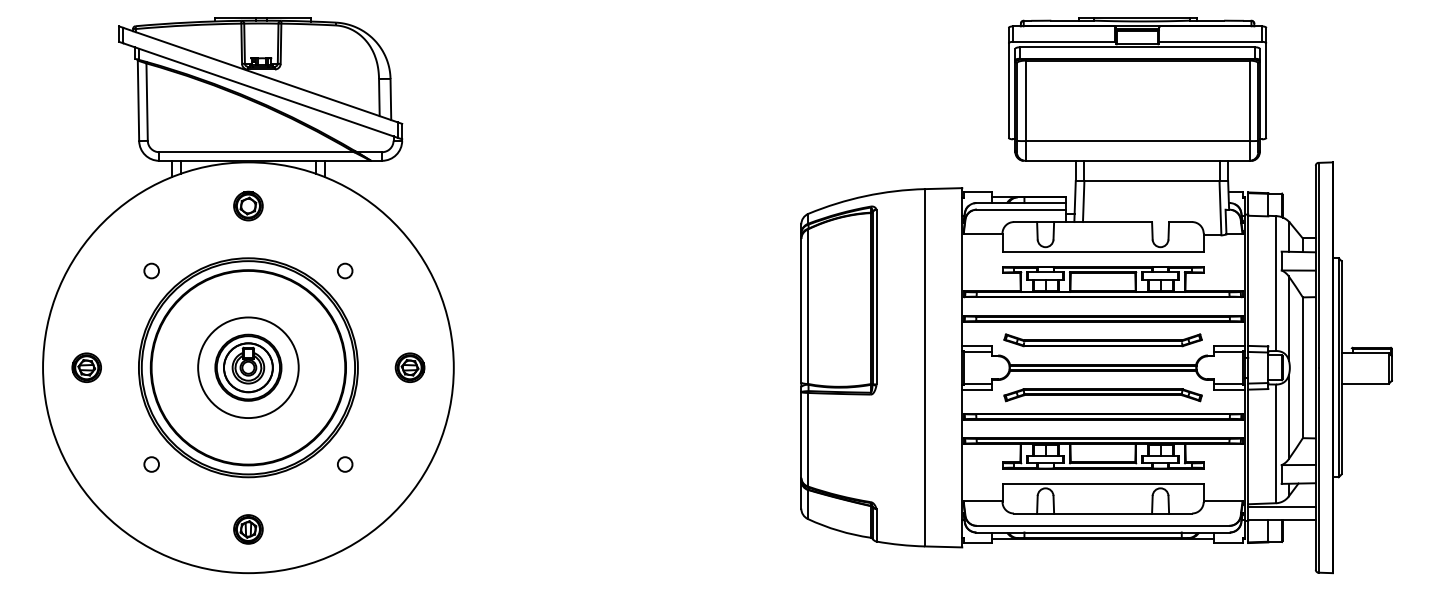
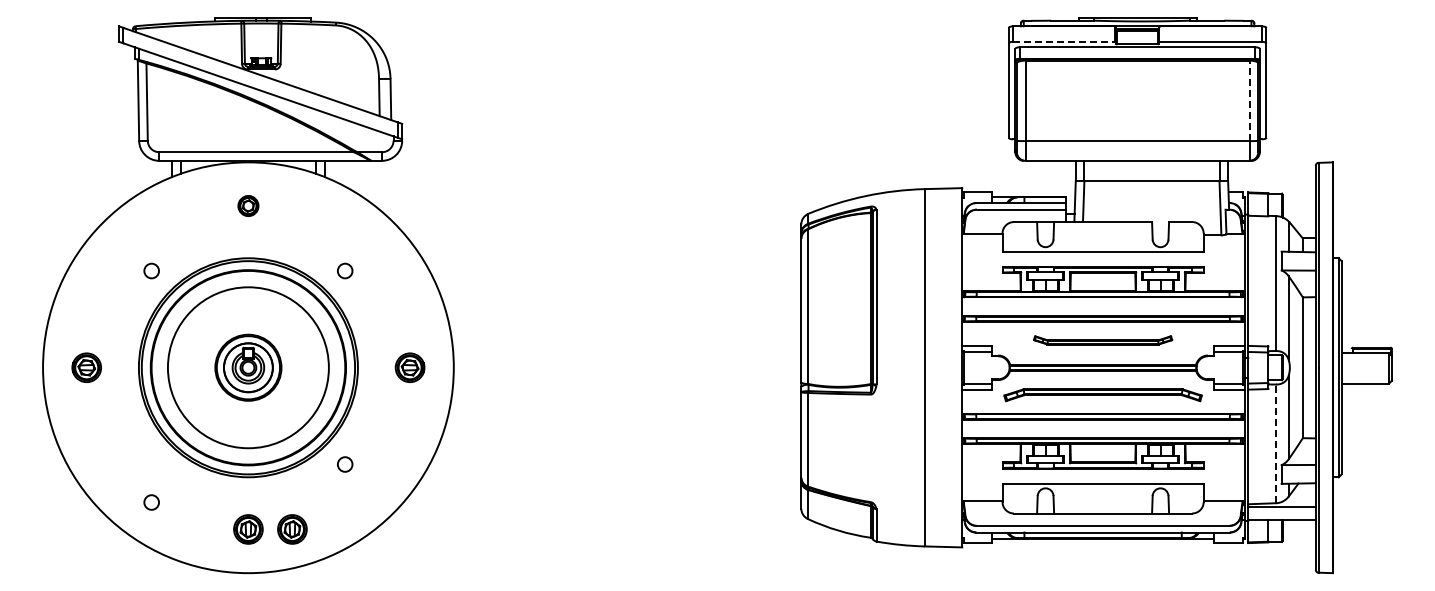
line at (1063, 41): solid -> dashed
line at (1249, 100): solid -> dashed
part at (248, 205) size: 31x32 px -> 23x22 px
part at (1102, 340) size: 200x15 px -> 141x11 px
circle at (248, 367) diameter: 101 px -> 161 px
line at (1276, 443): solid -> dashed
circle at (151, 464) position: (151, 464) -> (151, 502)
part at (292, 529): none -> present
